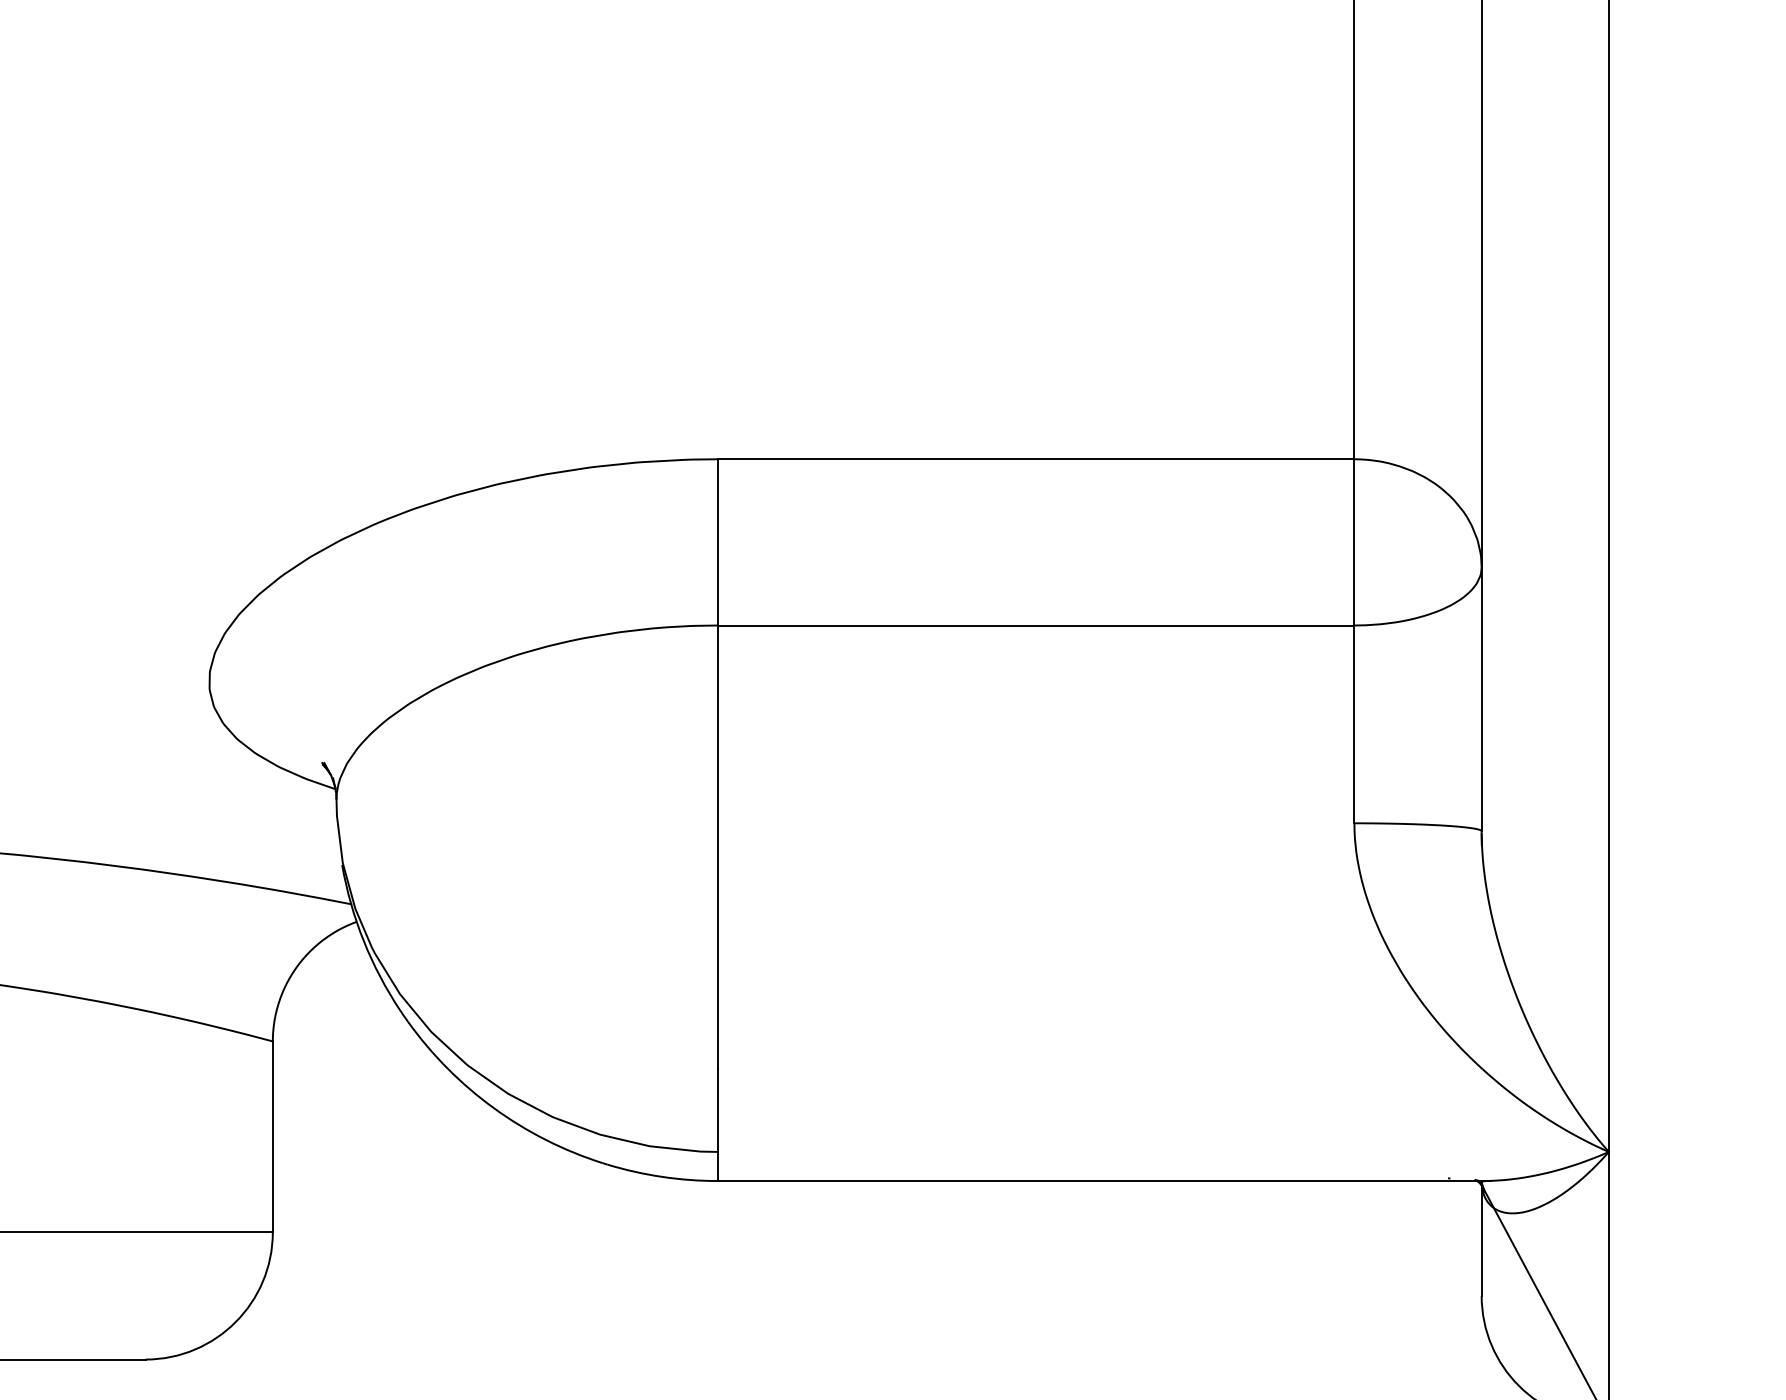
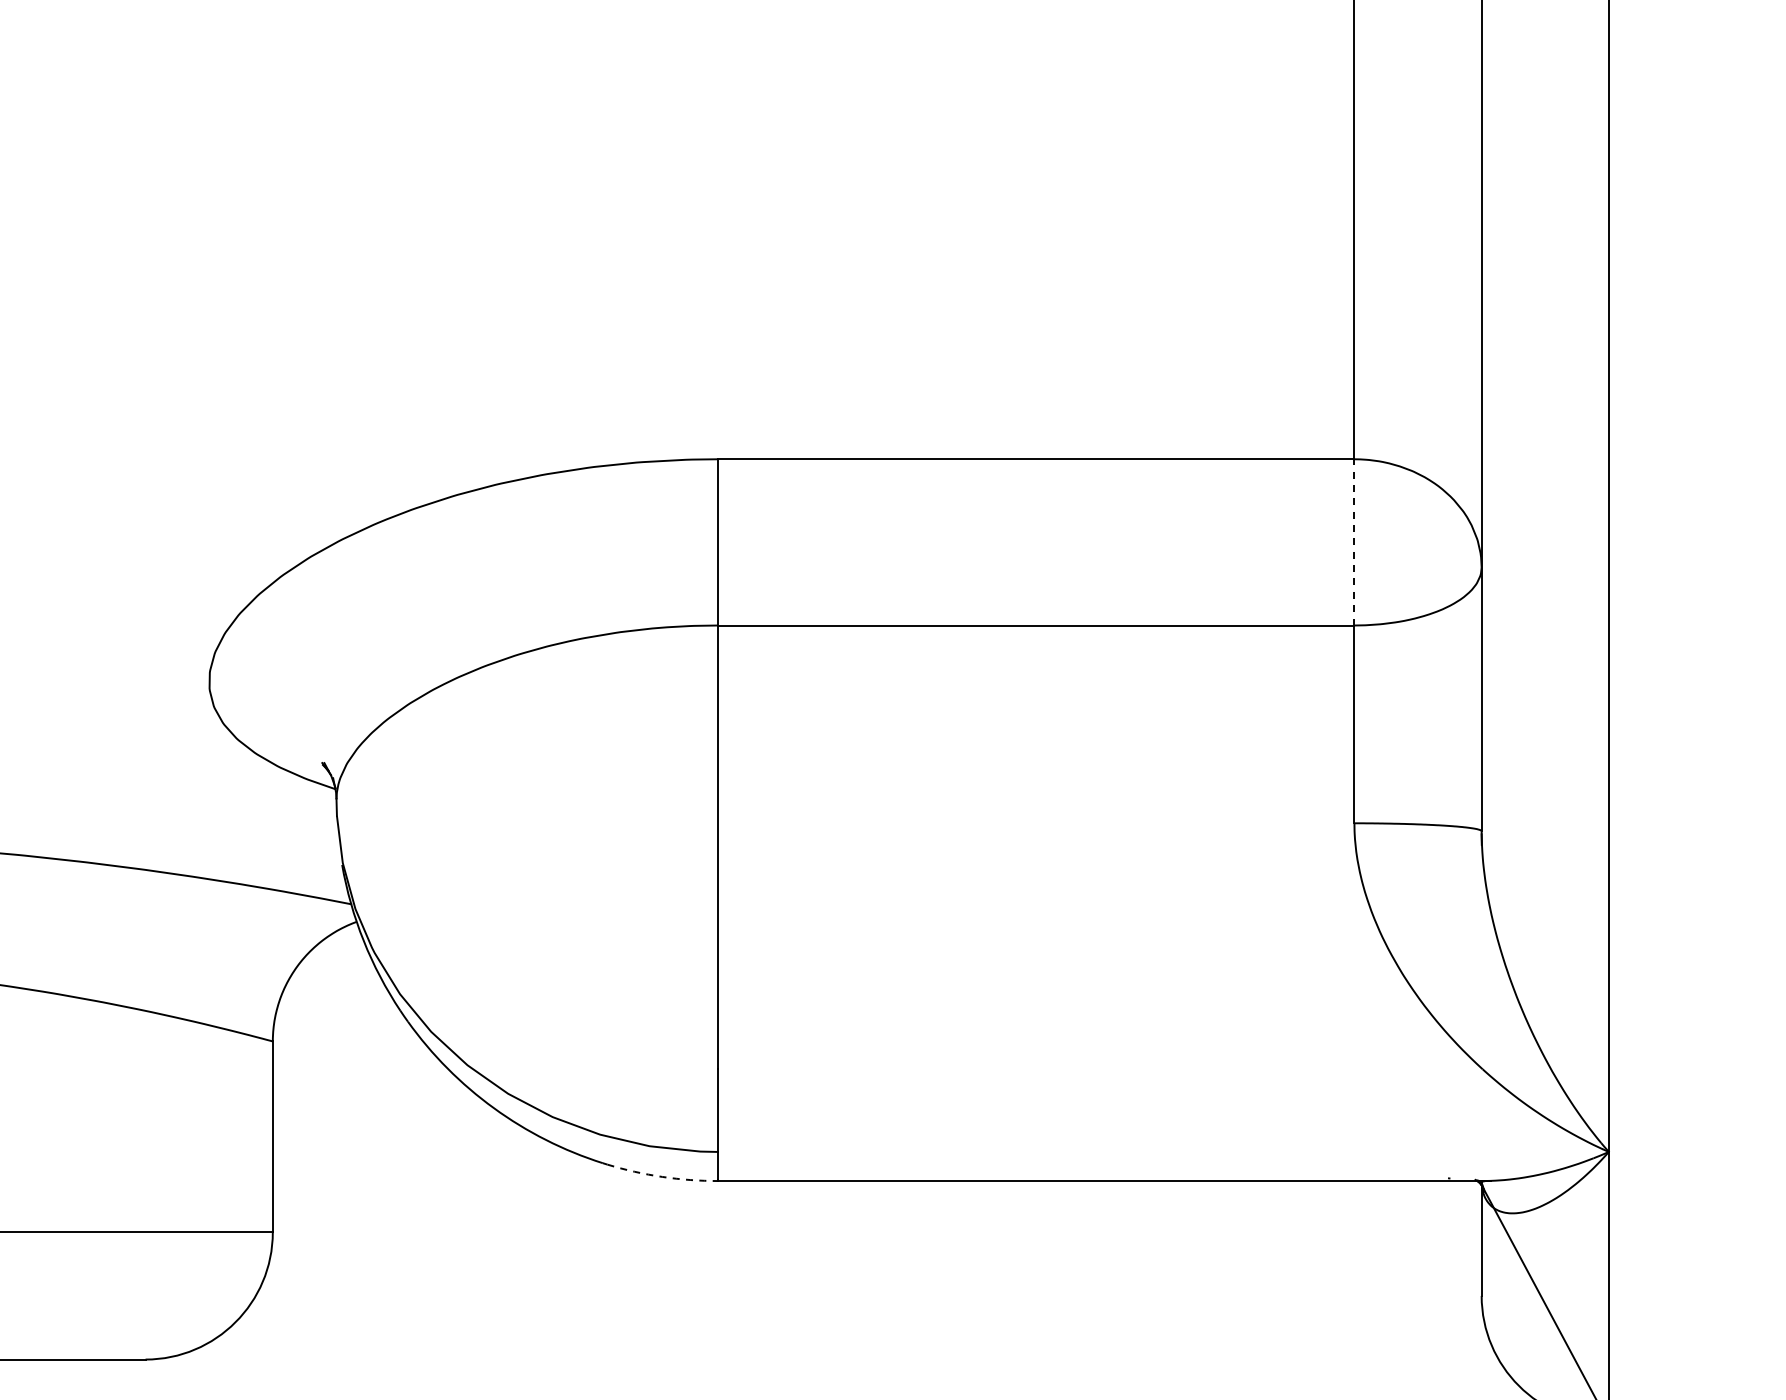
line at (1354, 541): solid -> dashed
arc at (662, 1176): solid -> dashed
